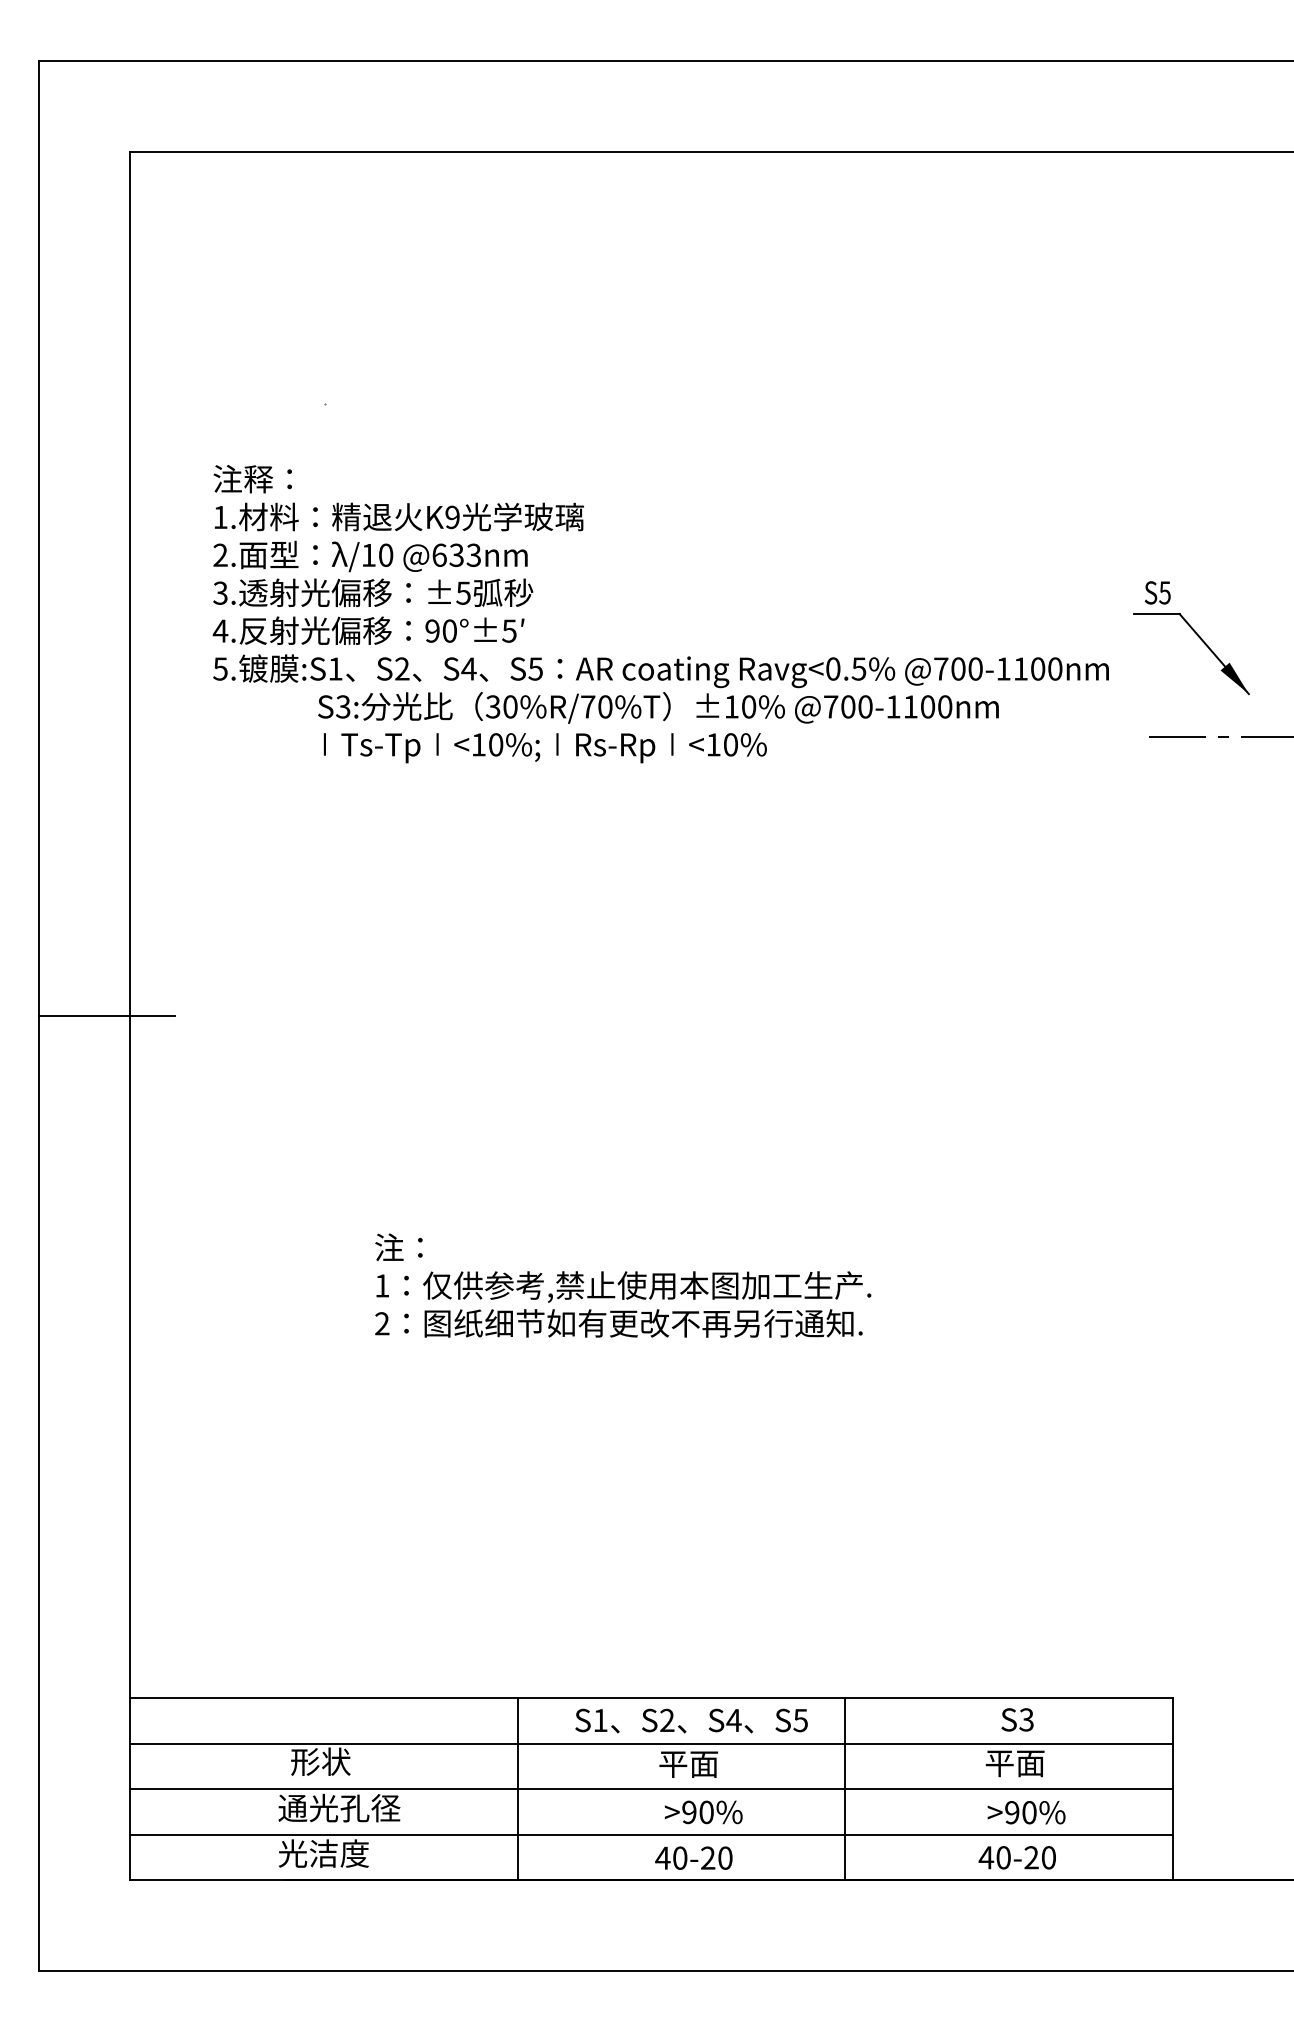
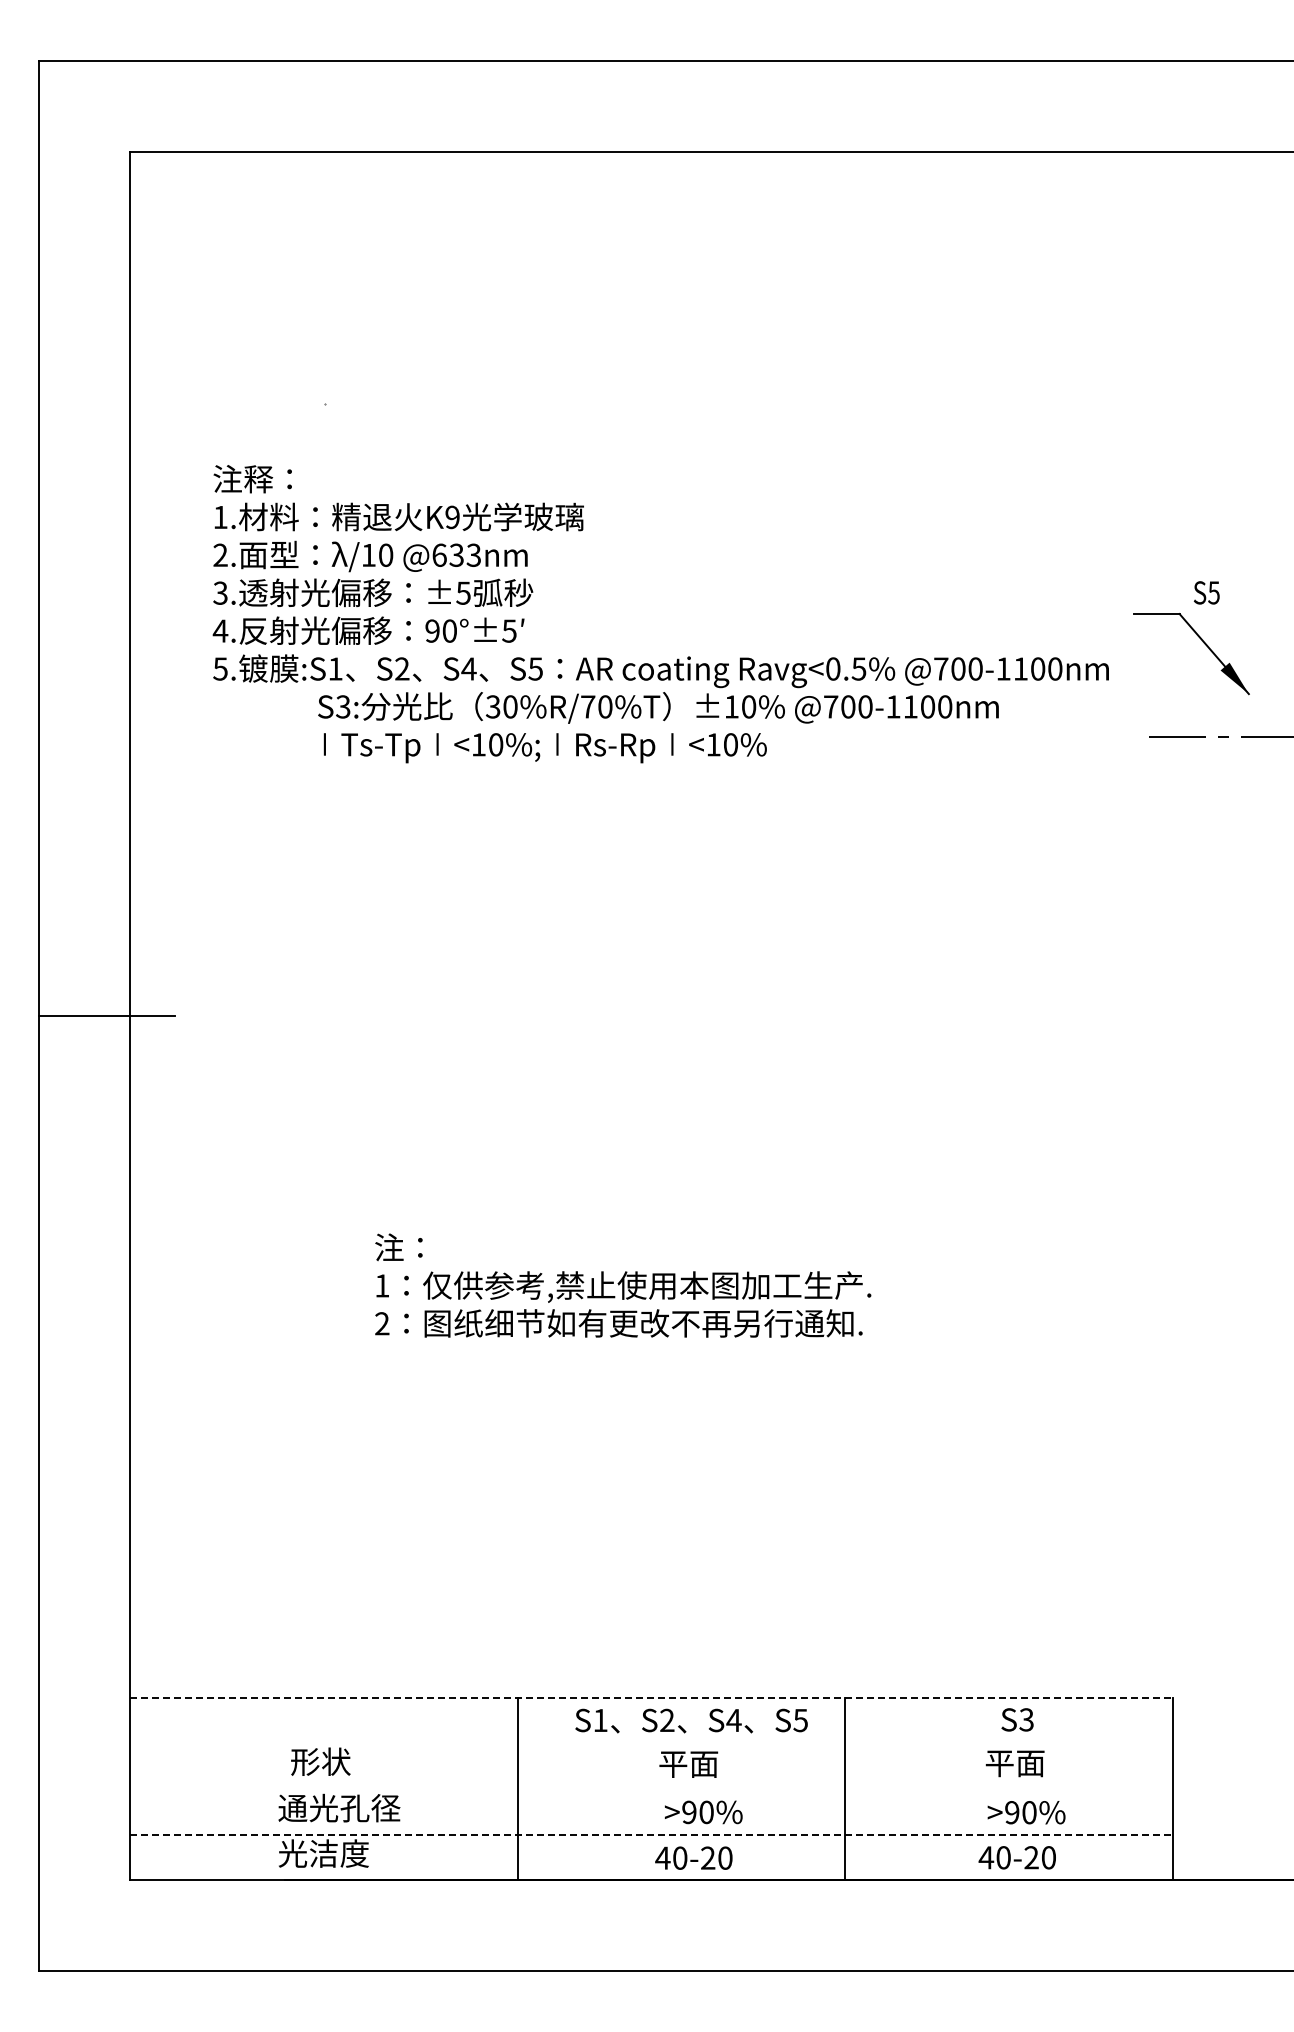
text at (1157, 592) position: (1157, 592) -> (1206, 592)
line at (651, 1698): solid -> dashed
line at (650, 1743): present -> none
line at (650, 1789): present -> none
line at (651, 1834): solid -> dashed
